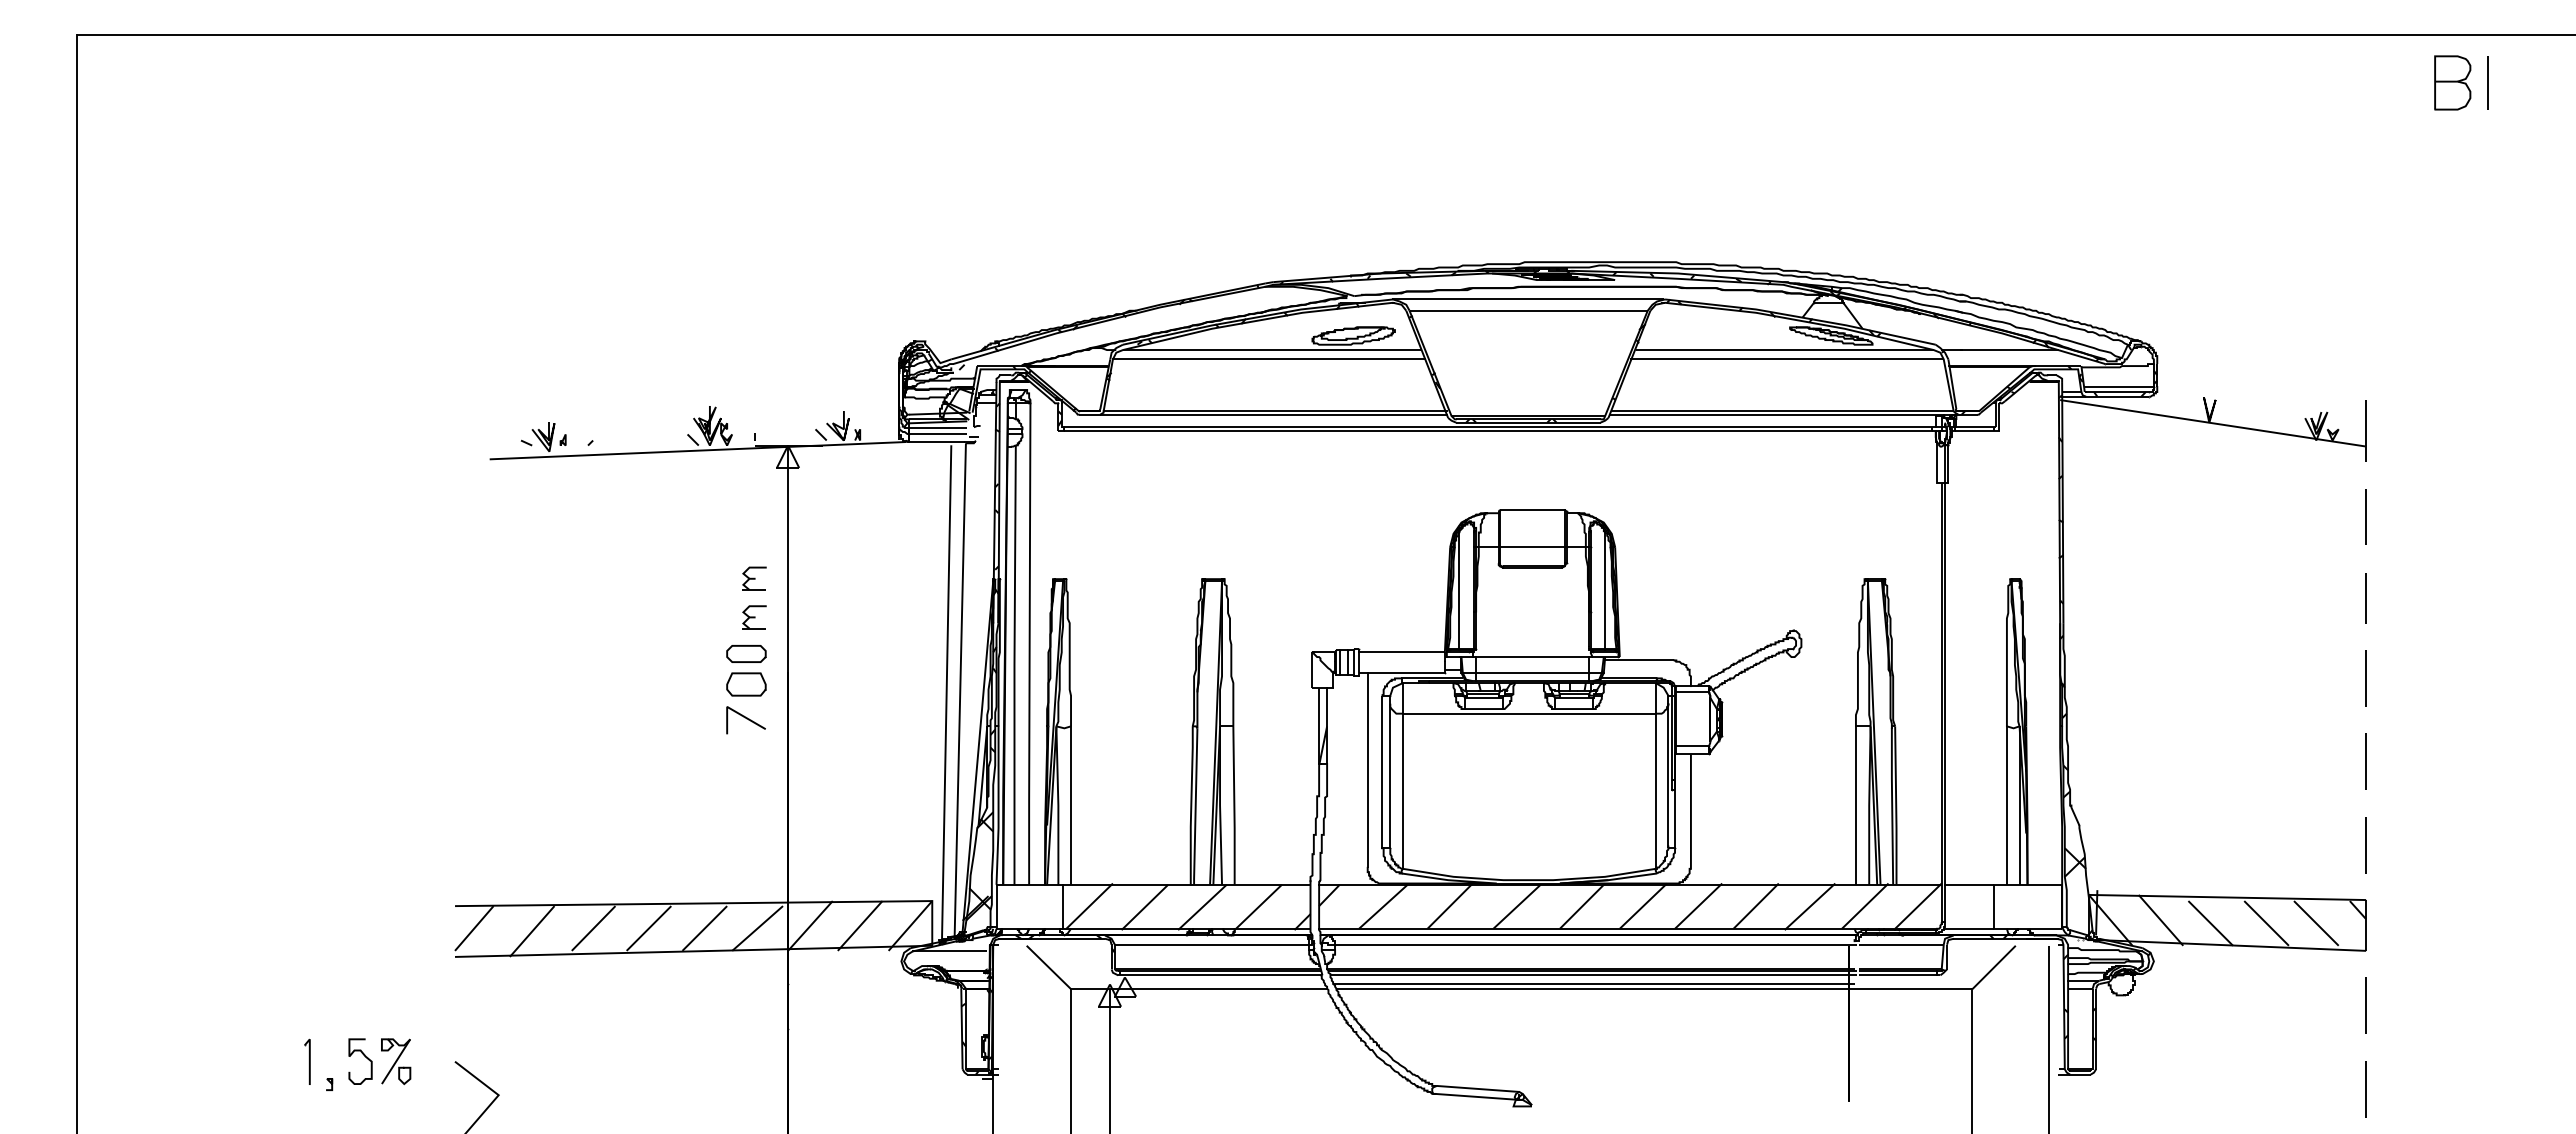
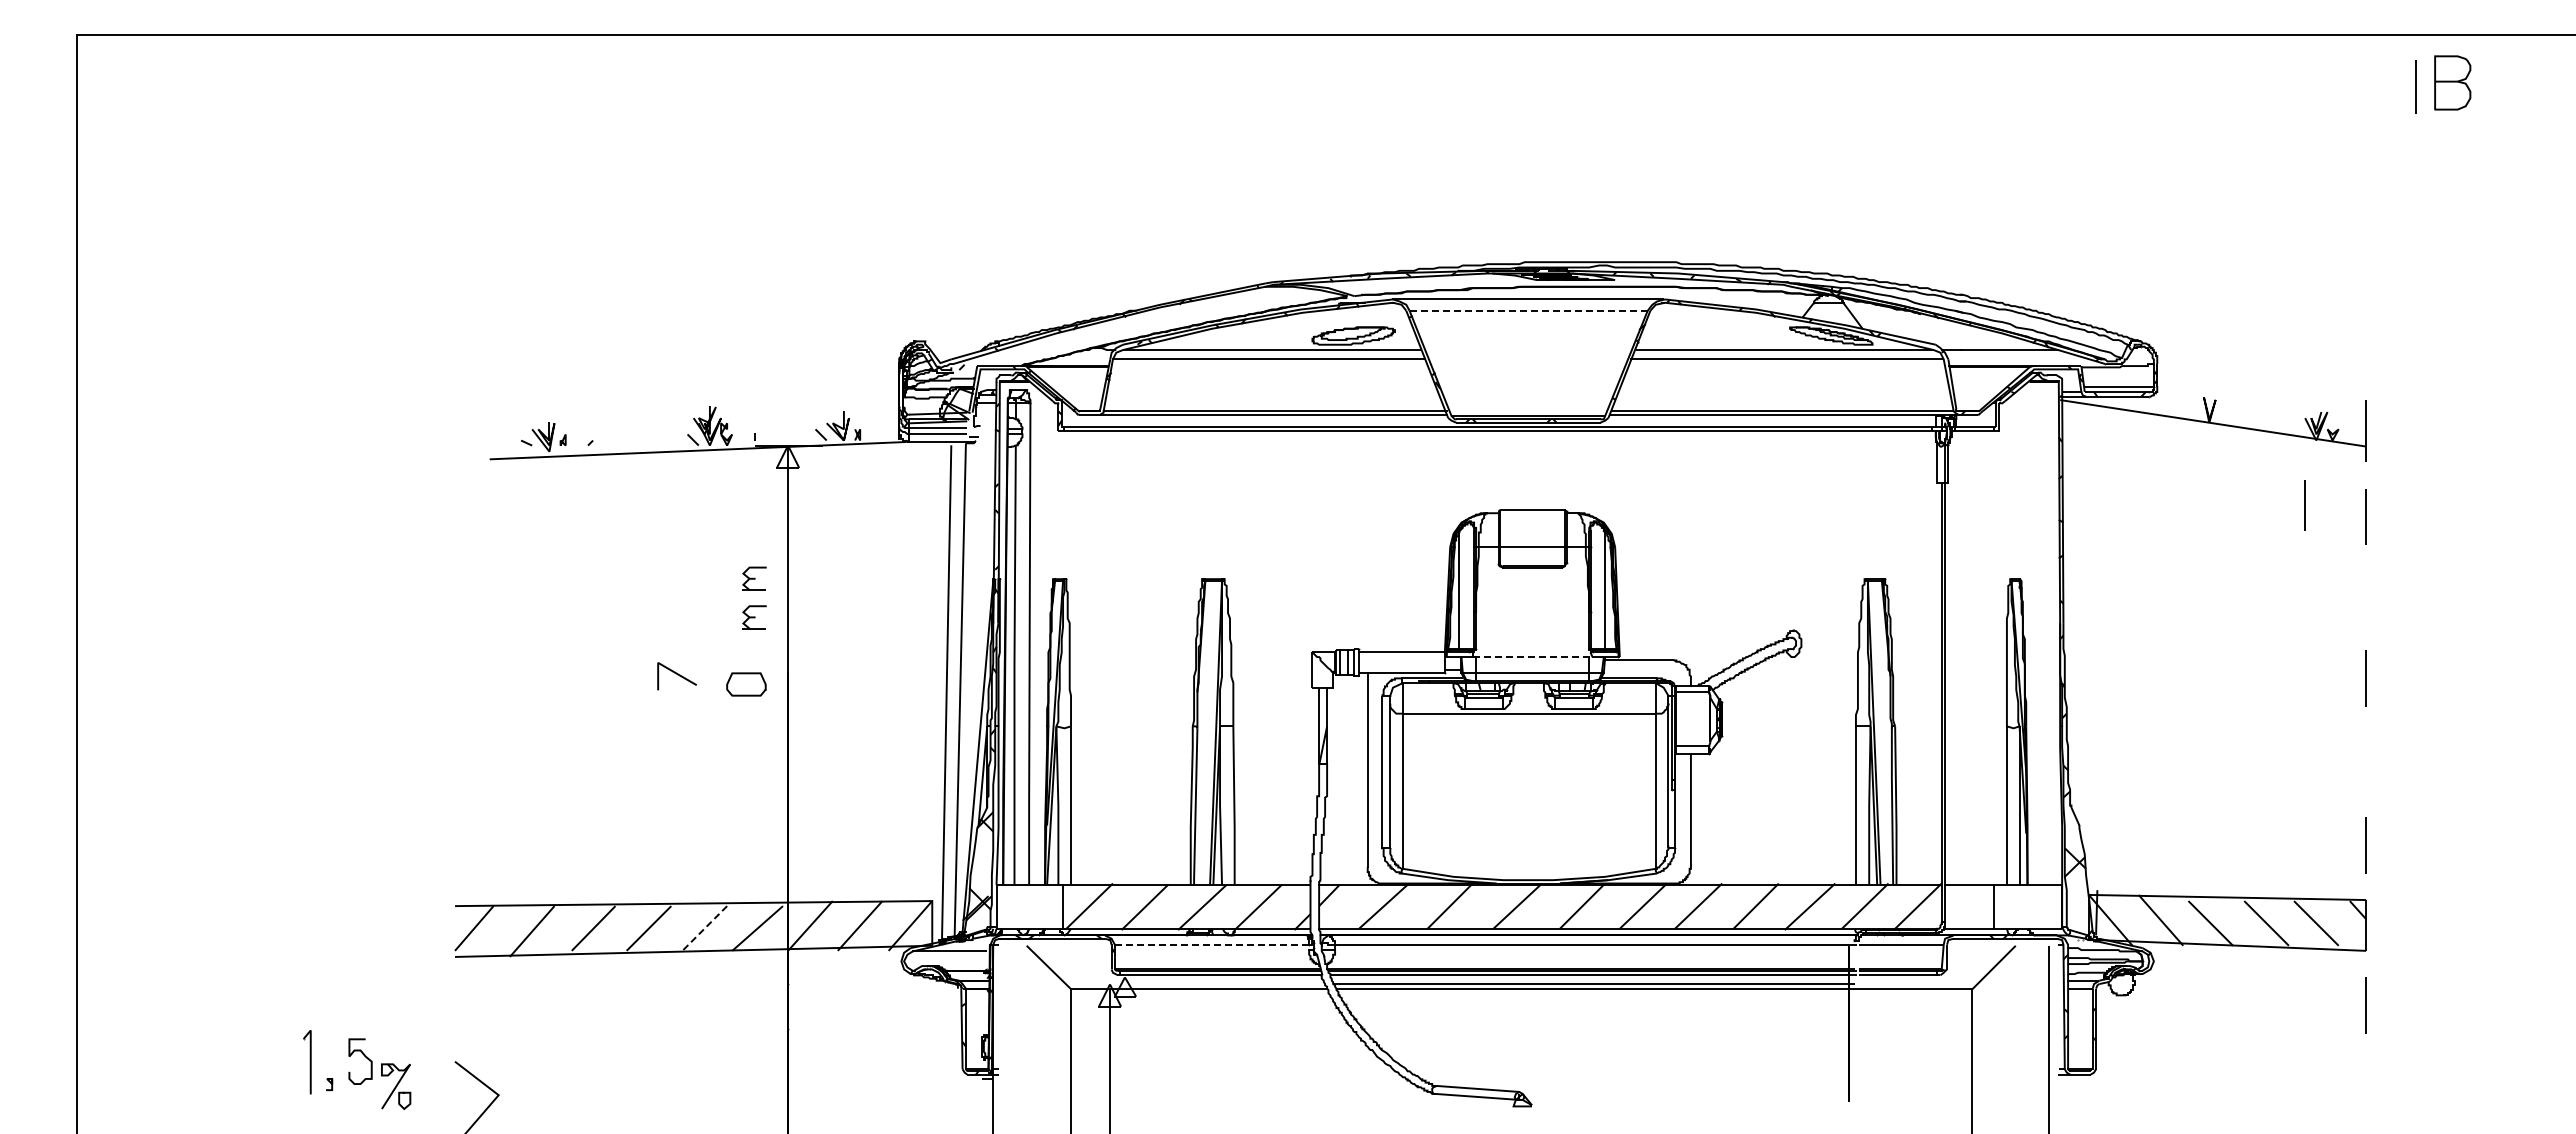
line at (2487, 82) position: (2487, 82) -> (2415, 86)
line at (1529, 310): solid -> dashed
line at (2365, 598) position: (2365, 598) -> (2304, 505)
curve at (746, 646): present -> none
line at (1533, 657): solid -> dashed
line at (746, 719) position: (746, 719) -> (677, 675)
line at (2365, 761): present -> none
line at (704, 928): solid -> dashed
line at (1215, 944): solid -> dashed
part at (307, 1061) size: 7x47 px -> 9x65 px
part at (396, 1061) position: (396, 1061) -> (396, 1086)
line at (2365, 1089): present -> none
